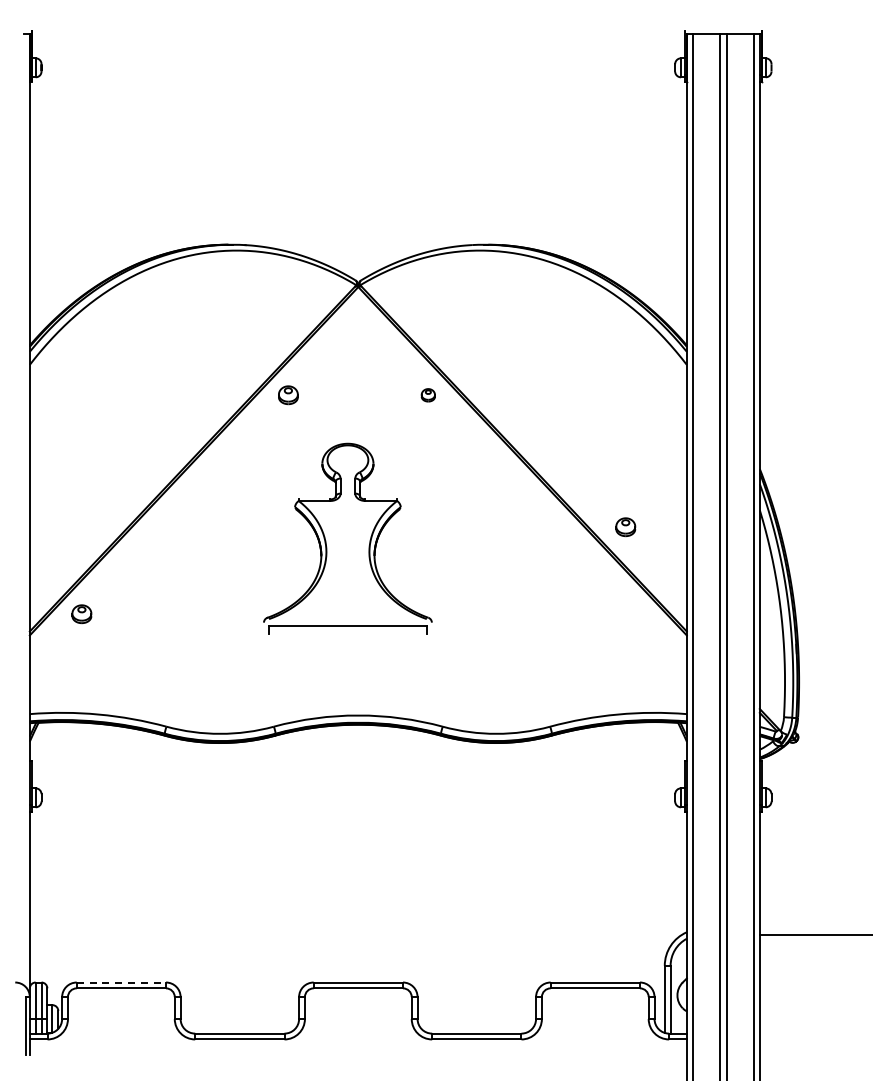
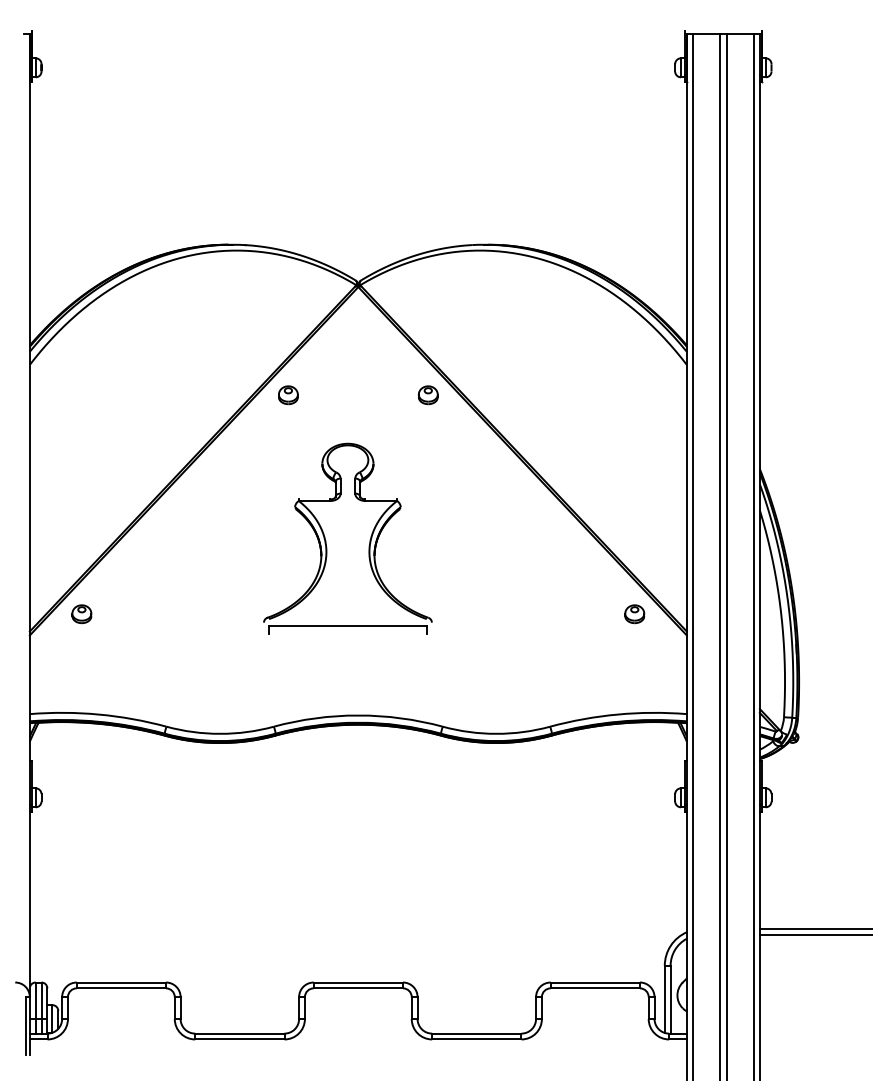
part at (427, 395) size: 16x15 px -> 21x21 px
part at (625, 527) position: (625, 527) -> (634, 614)
line at (814, 929): none -> present
line at (121, 982): dashed -> solid
